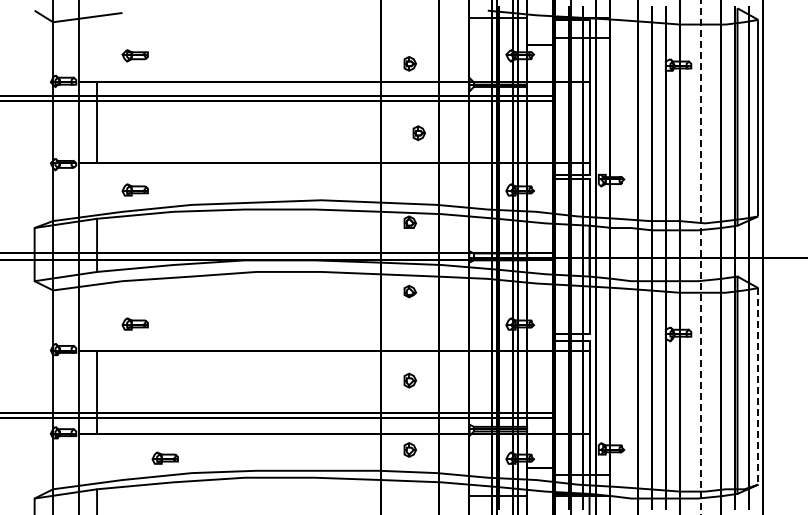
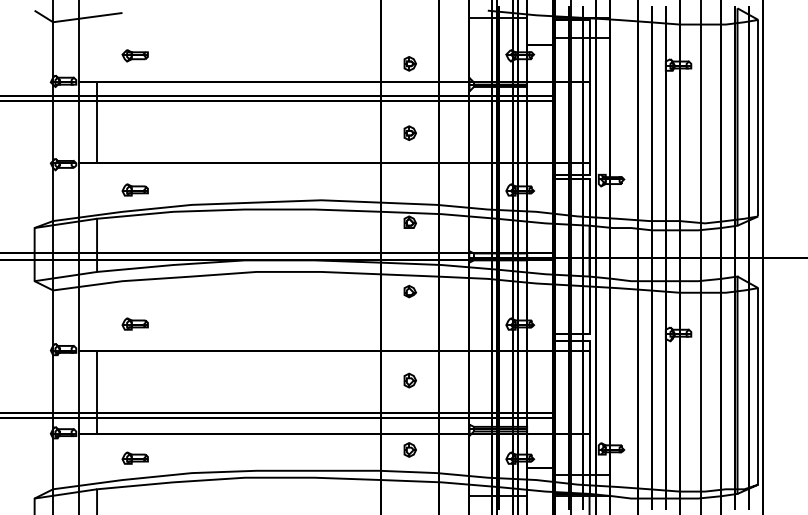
part at (418, 132) position: (418, 132) -> (409, 132)
line at (700, 257): dashed -> solid
line at (758, 386): dashed -> solid
part at (164, 457) position: (164, 457) -> (134, 457)
